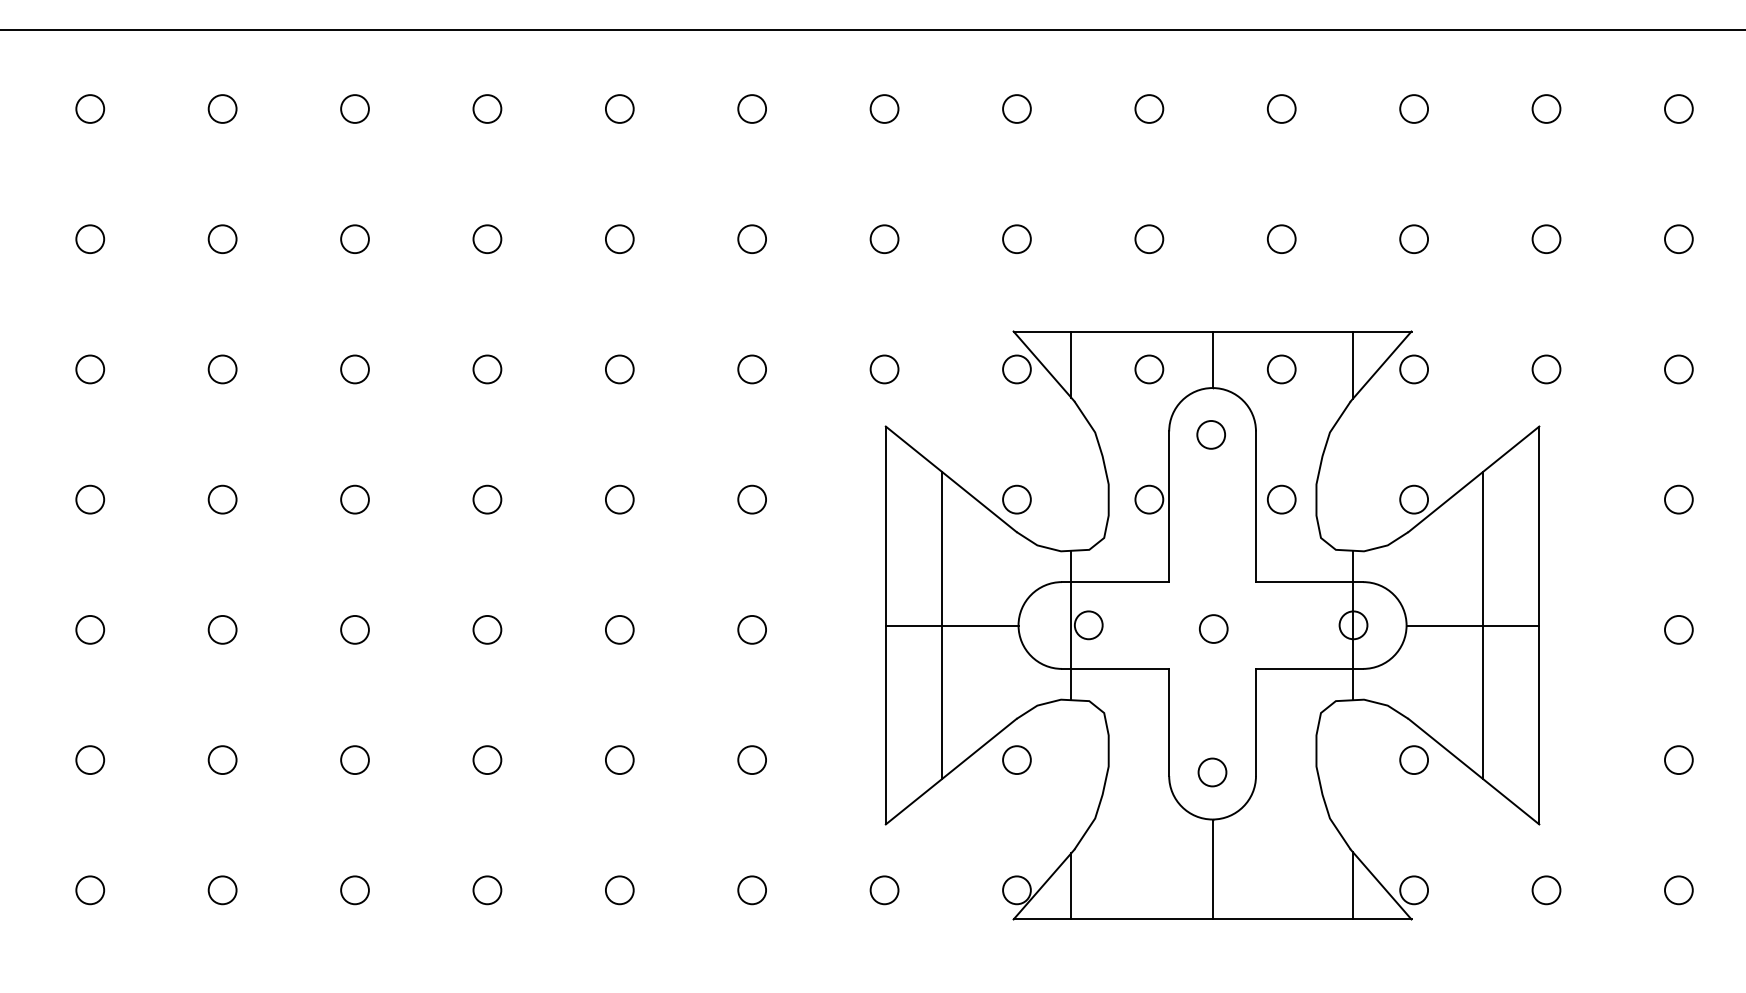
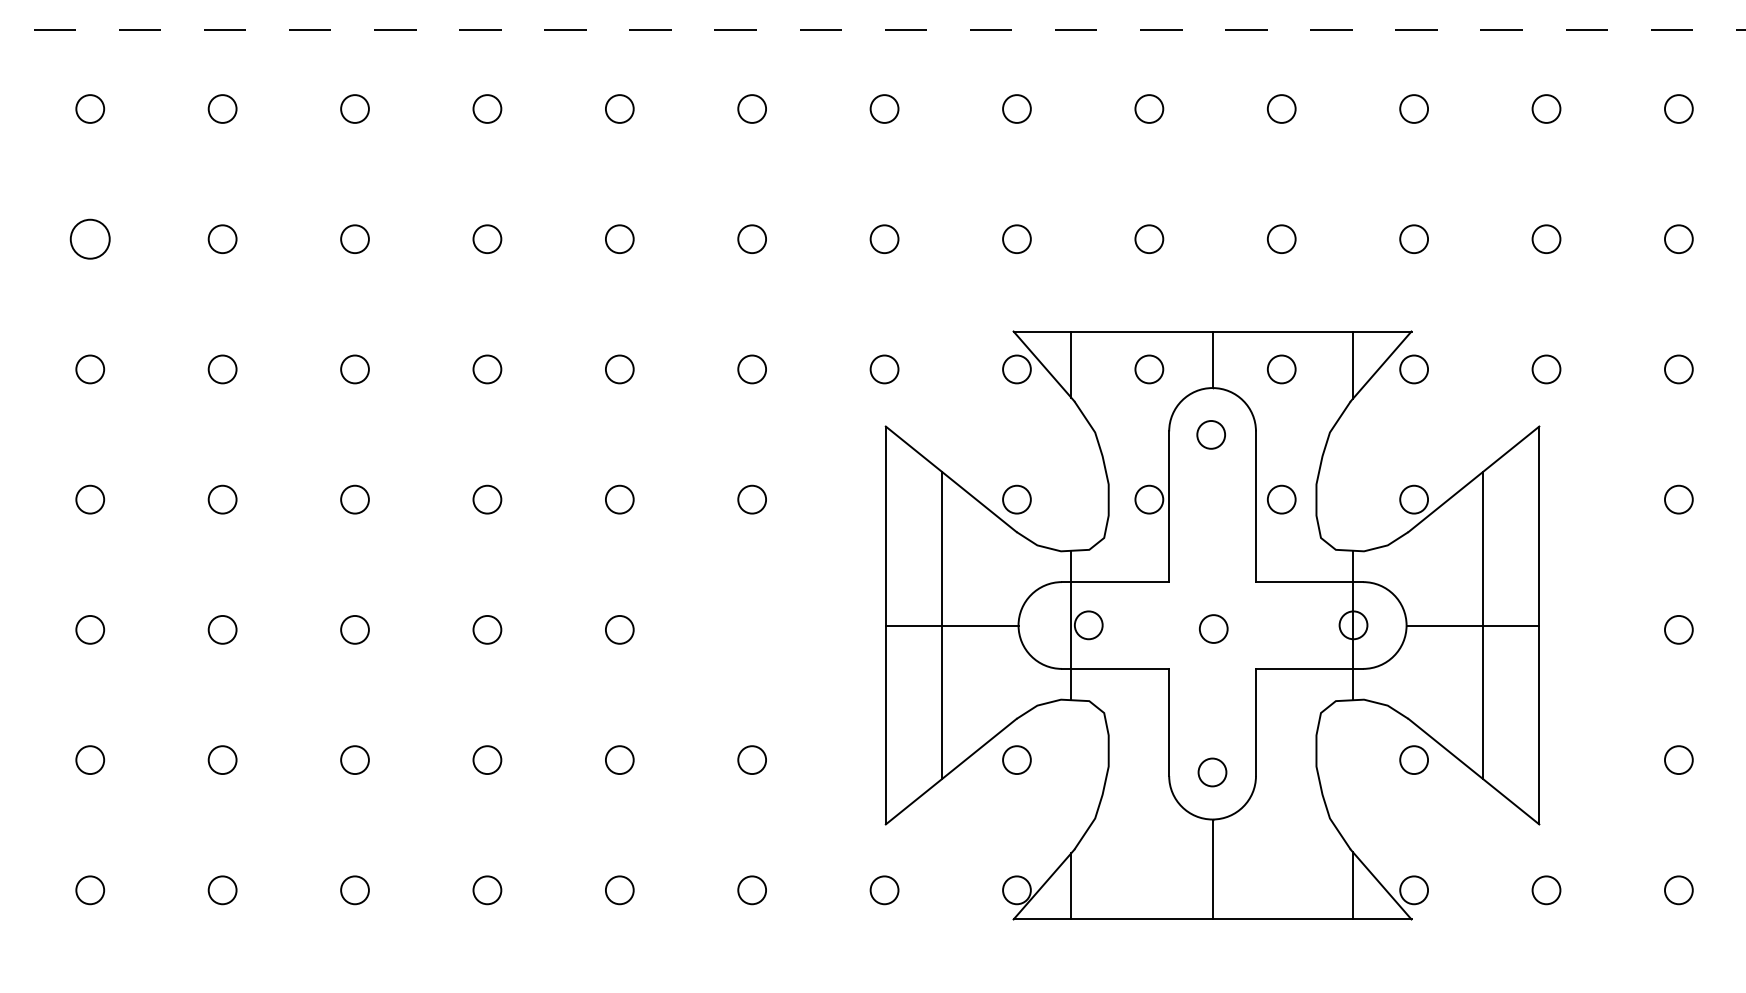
line at (872, 29): solid -> dashed
circle at (90, 239) diameter: 28 px -> 39 px
circle at (751, 629): present -> none
